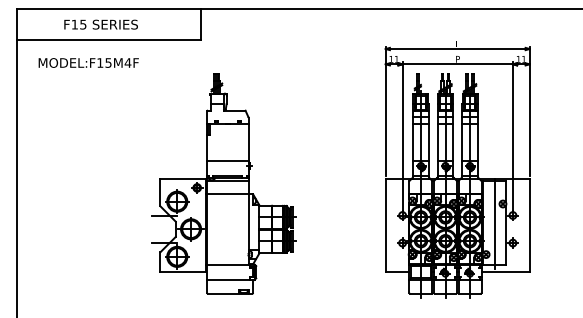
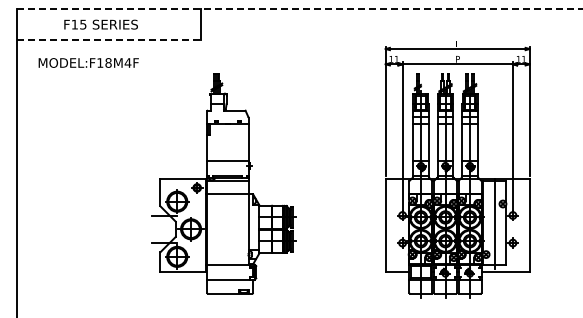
line at (300, 9): solid -> dashed
line at (109, 40): solid -> dashed
text at (108, 62): MODEL:F15M4F -> MODEL:F18M4F
